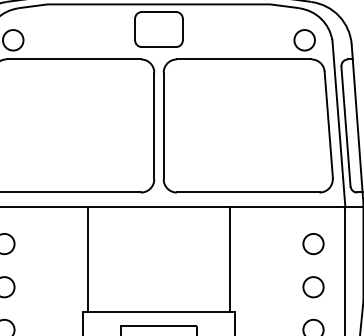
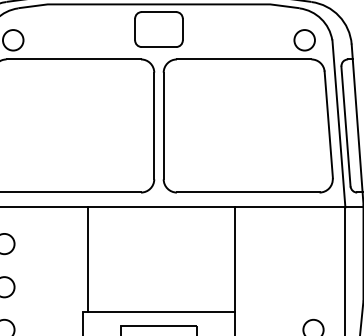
circle at (313, 244): present -> none
line at (230, 259) position: (230, 259) -> (235, 259)
circle at (313, 287): present -> none
